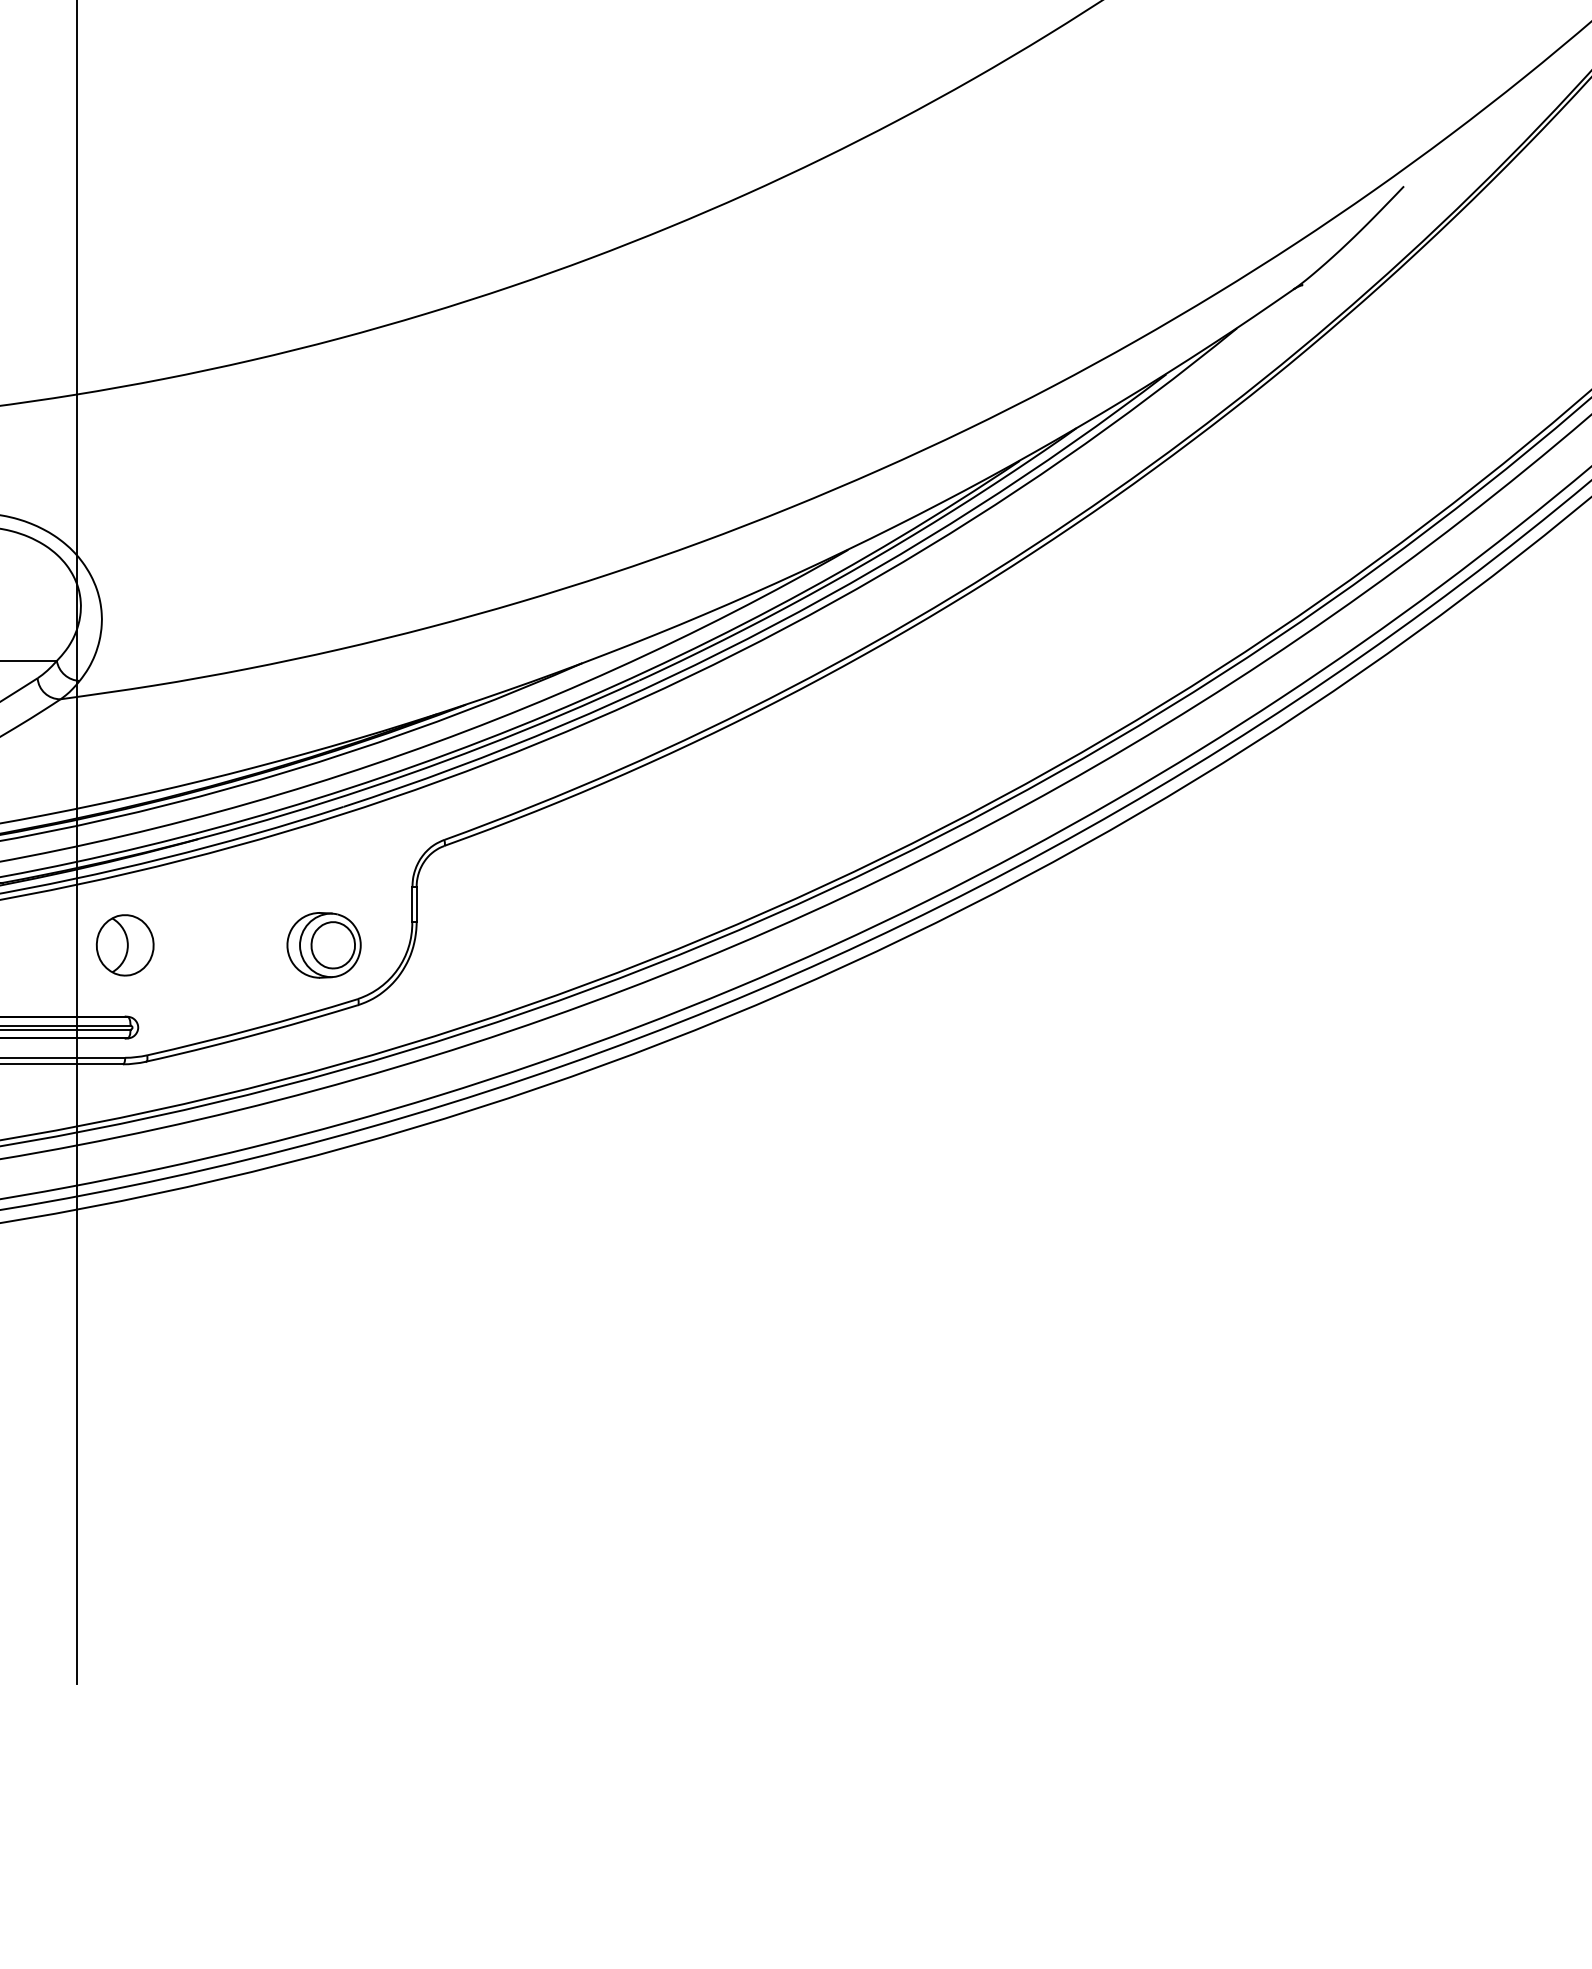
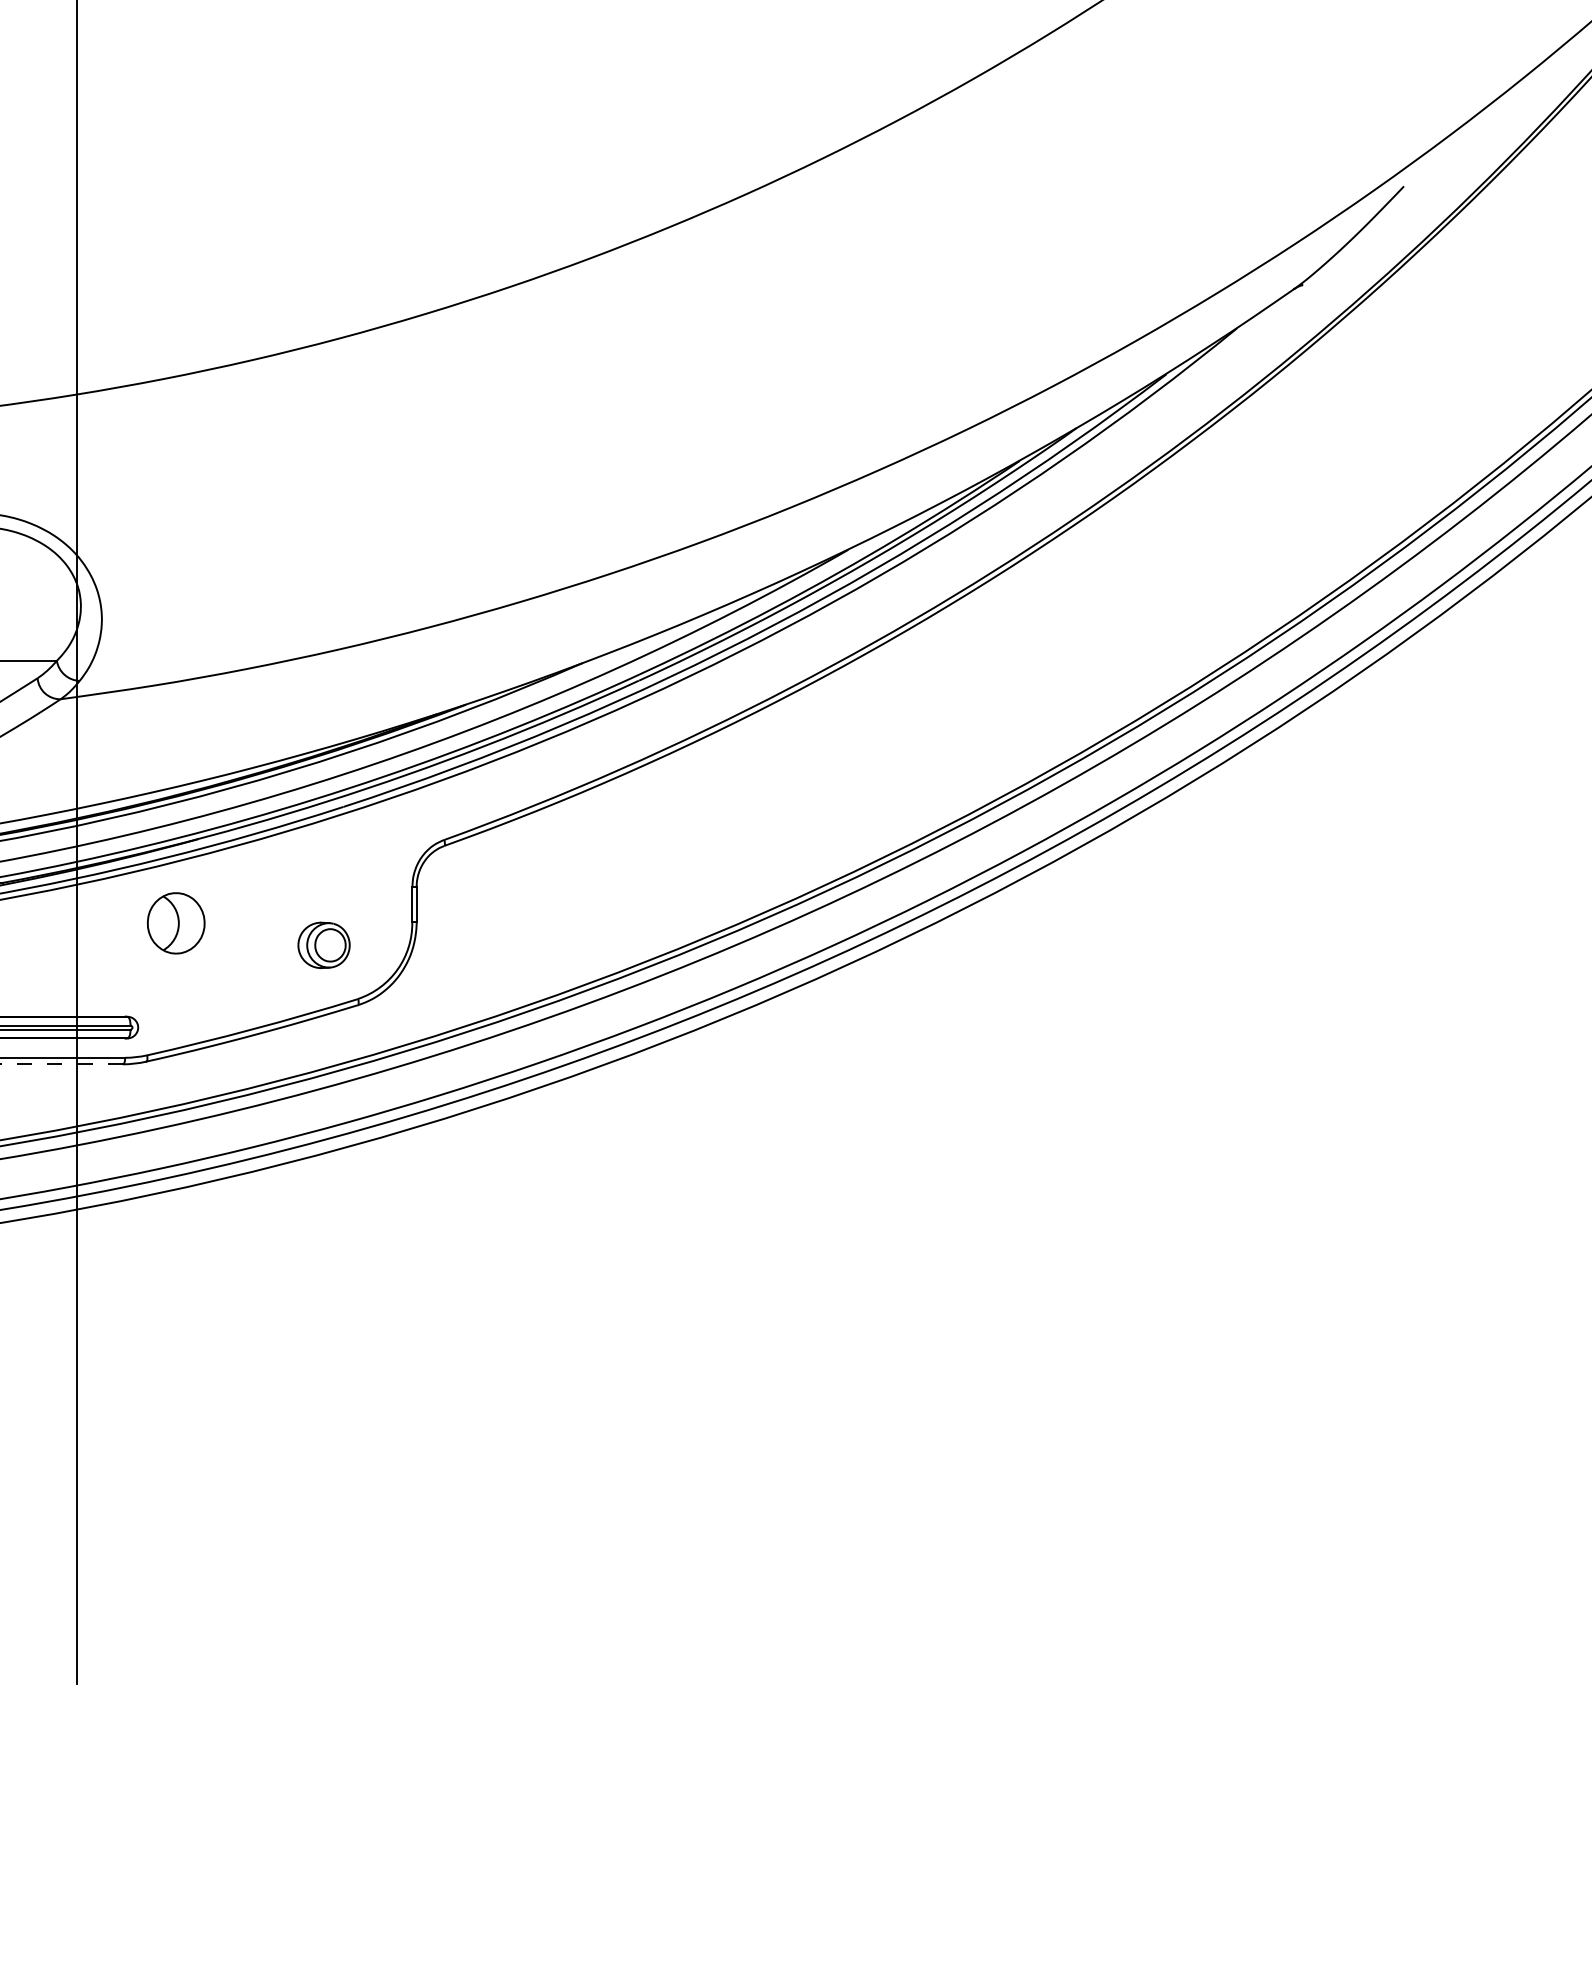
part at (124, 945) position: (124, 945) -> (175, 923)
part at (323, 945) size: 76x67 px -> 54x49 px
line at (61, 1064): solid -> dashed
